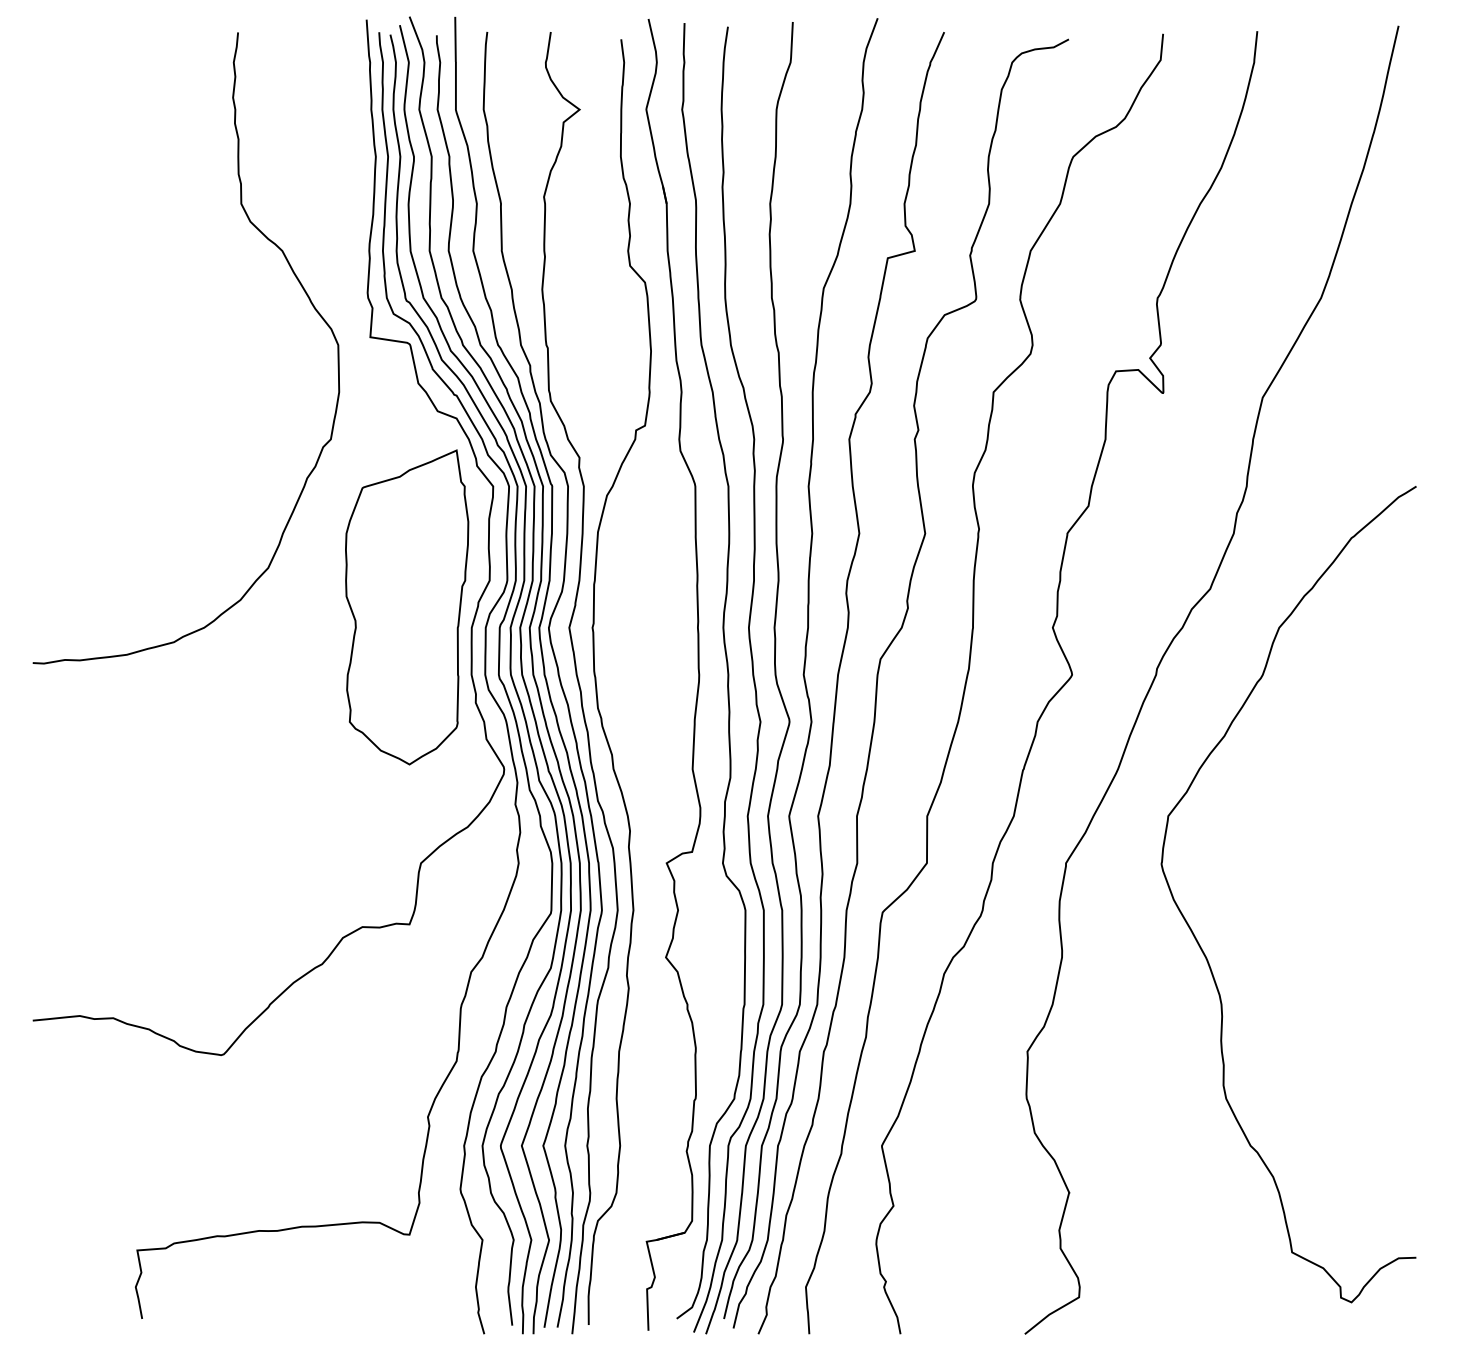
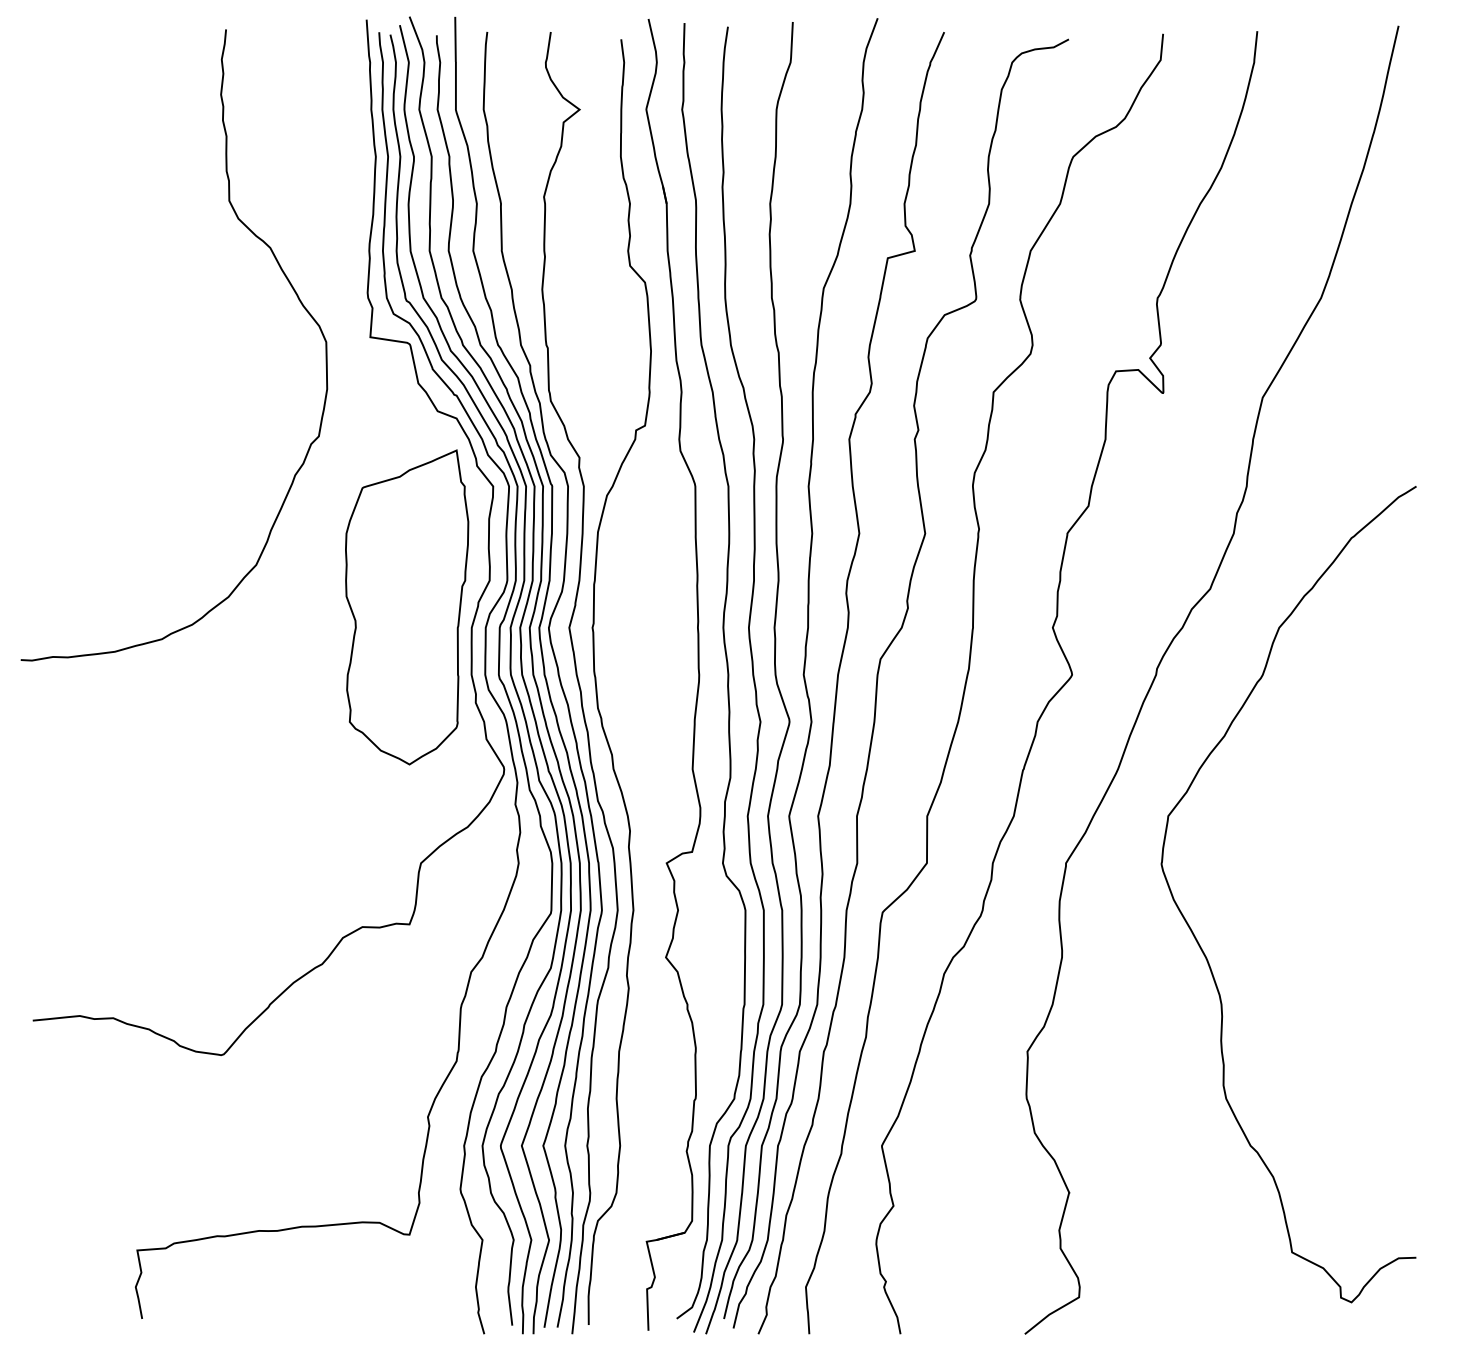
curve at (298, 282) position: (298, 282) -> (286, 279)
